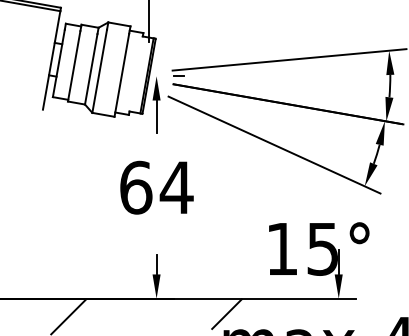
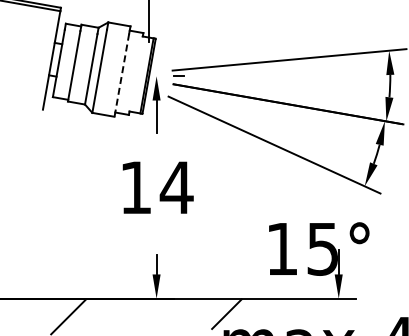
line at (121, 75): solid -> dashed
text at (136, 187): 64 -> 14
